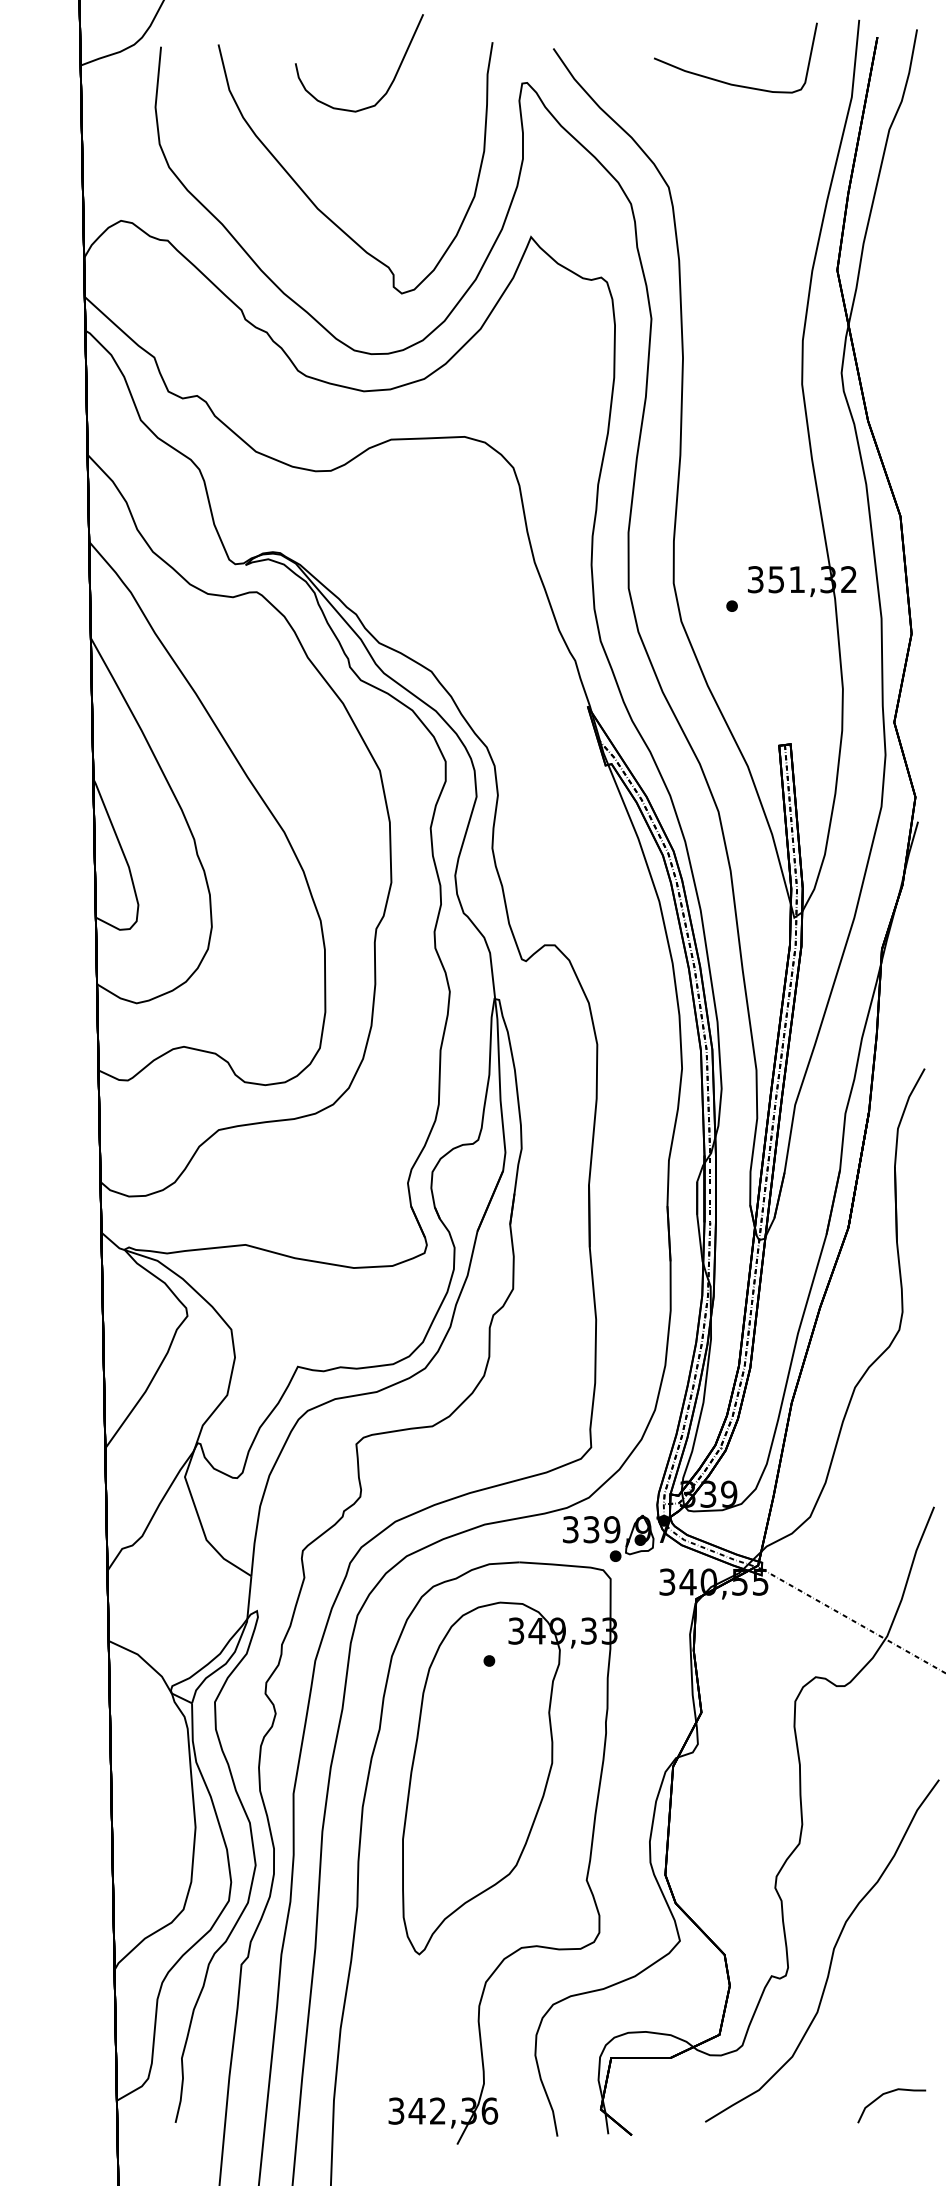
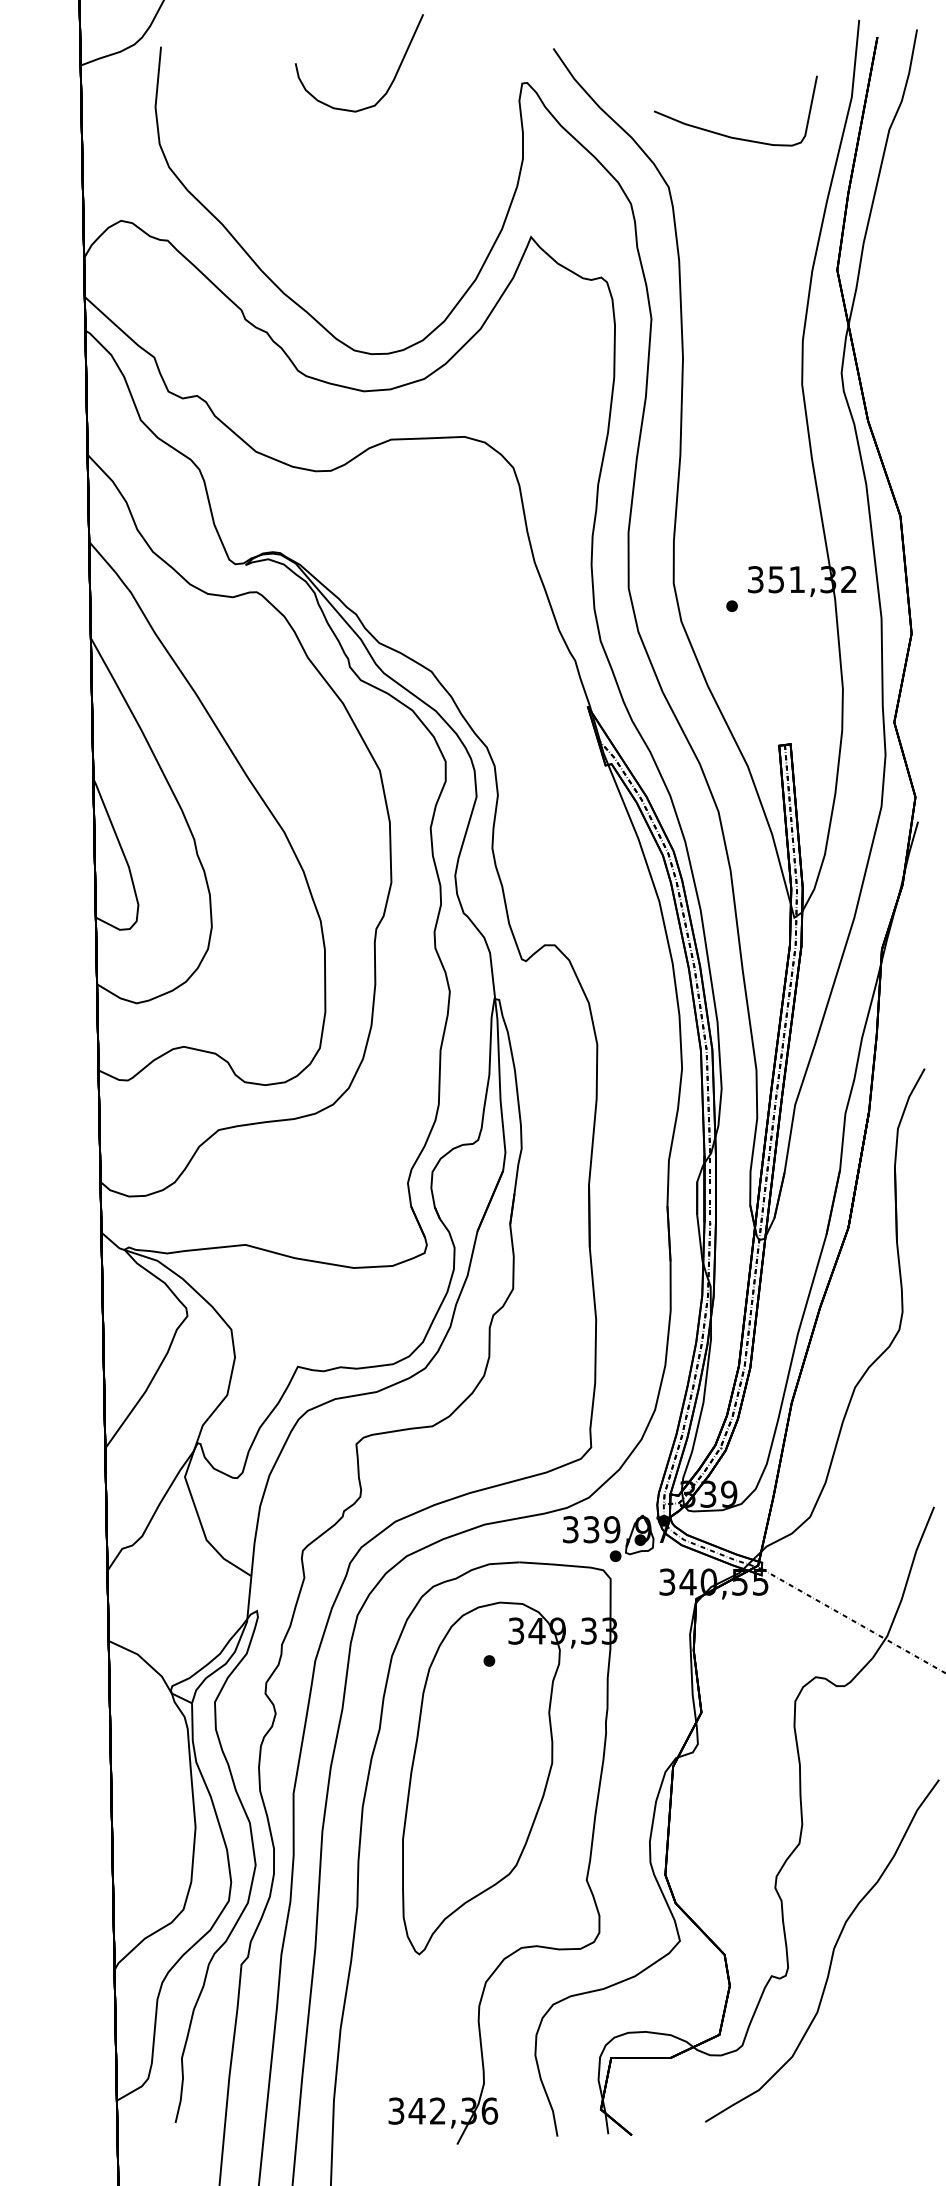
curve at (728, 82) position: (728, 82) -> (728, 135)
curve at (317, 206): present -> none
curve at (888, 2093): present -> none
